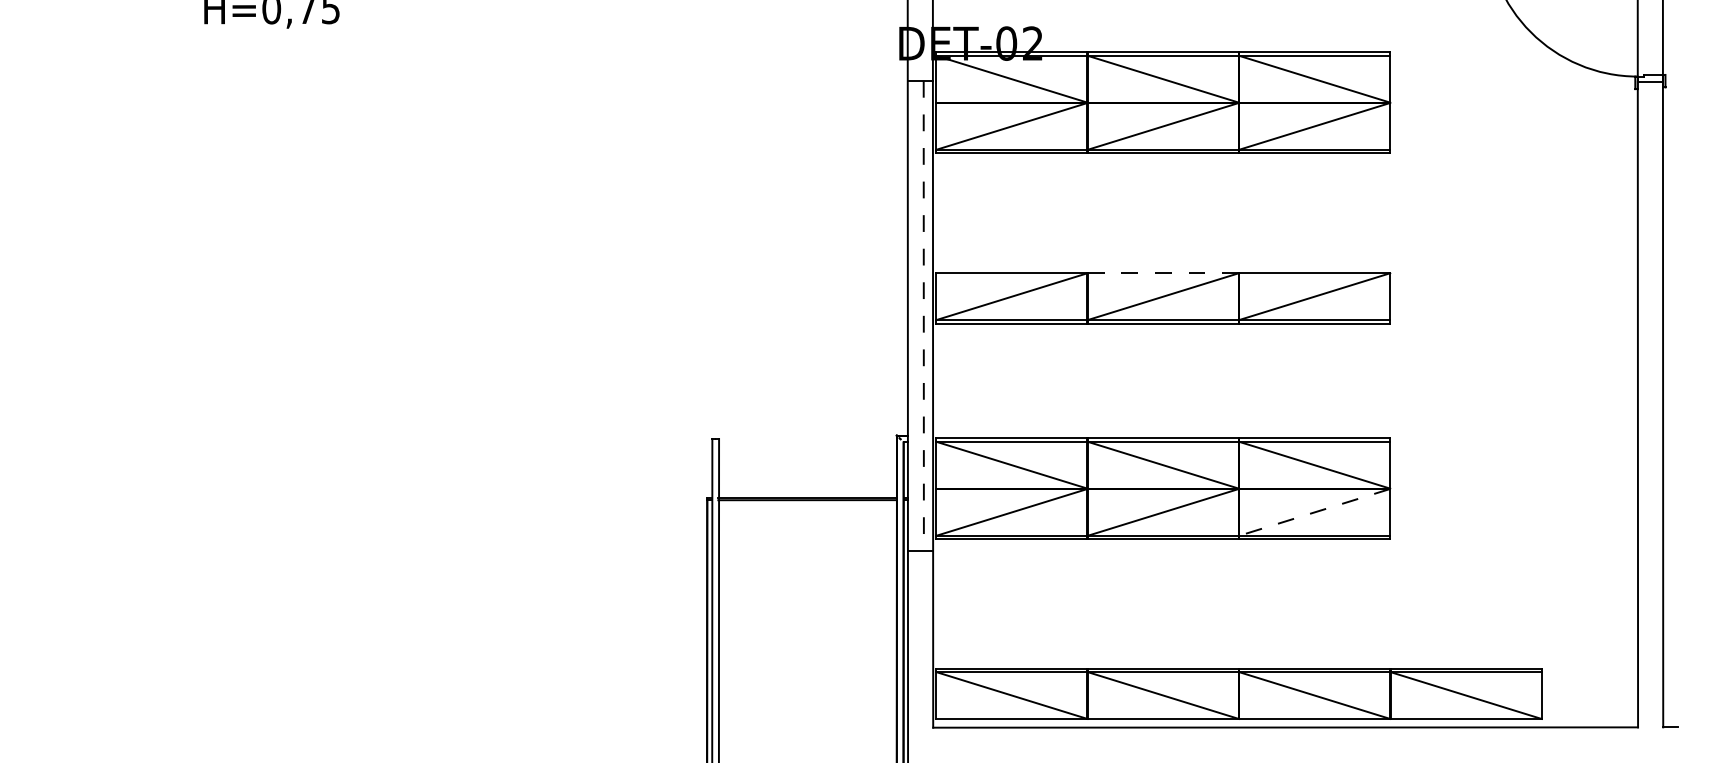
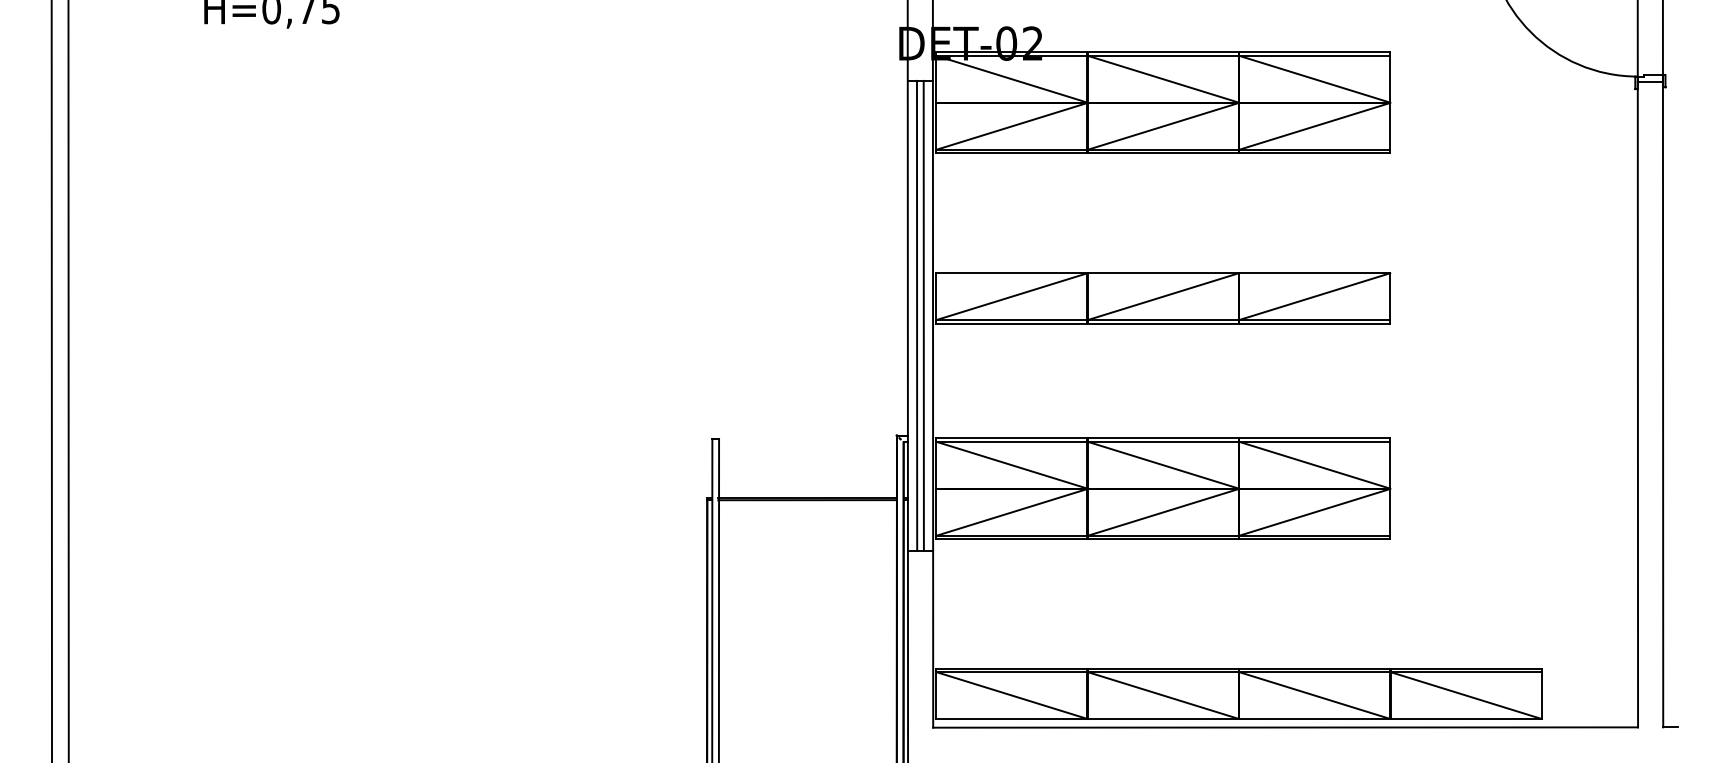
line at (1163, 273): dashed -> solid
line at (916, 315): none -> present
line at (923, 315): dashed -> solid
line at (51, 380): none -> present
line at (68, 380): none -> present
line at (1314, 512): dashed -> solid
